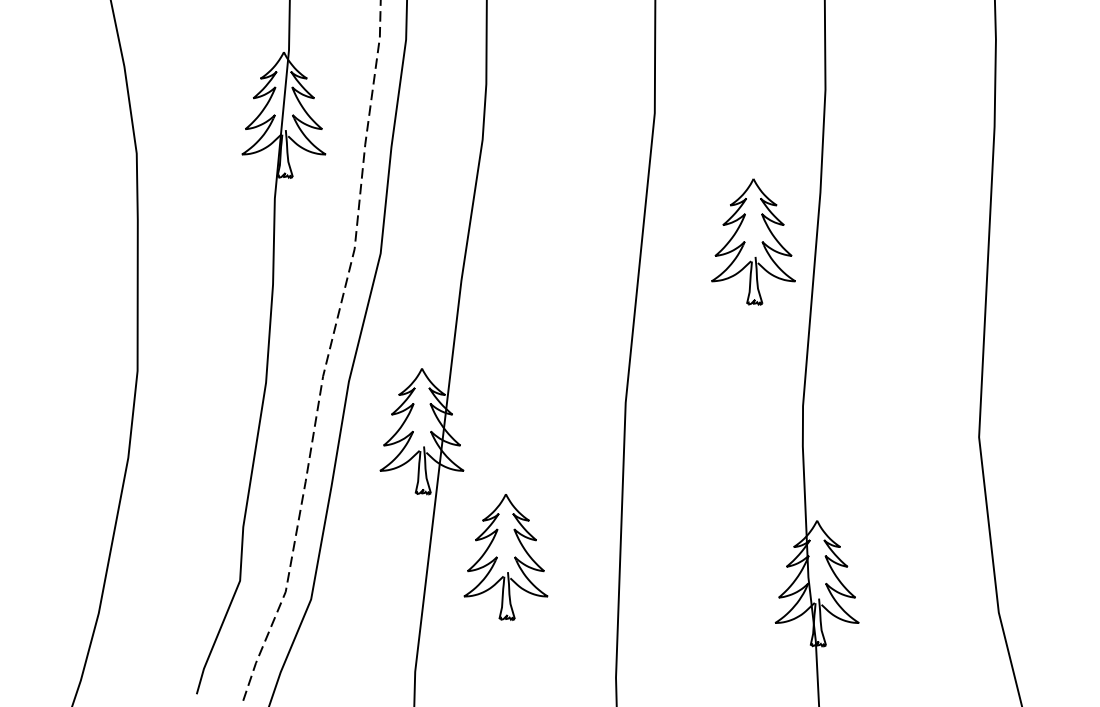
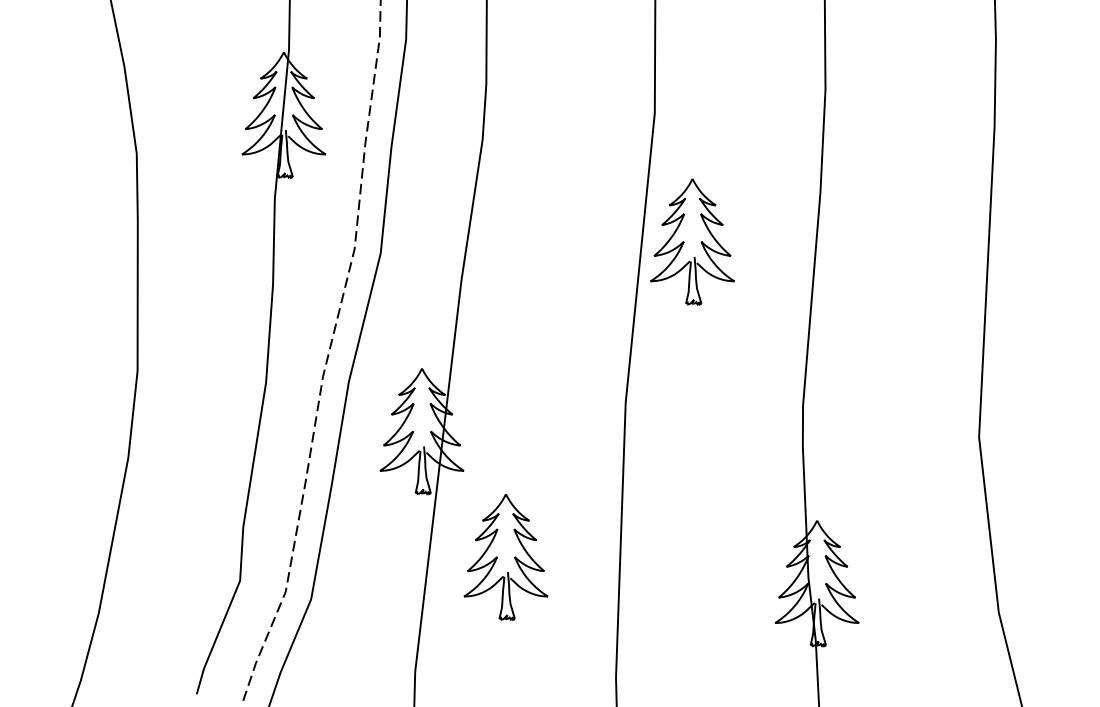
part at (753, 241) position: (753, 241) -> (692, 241)
